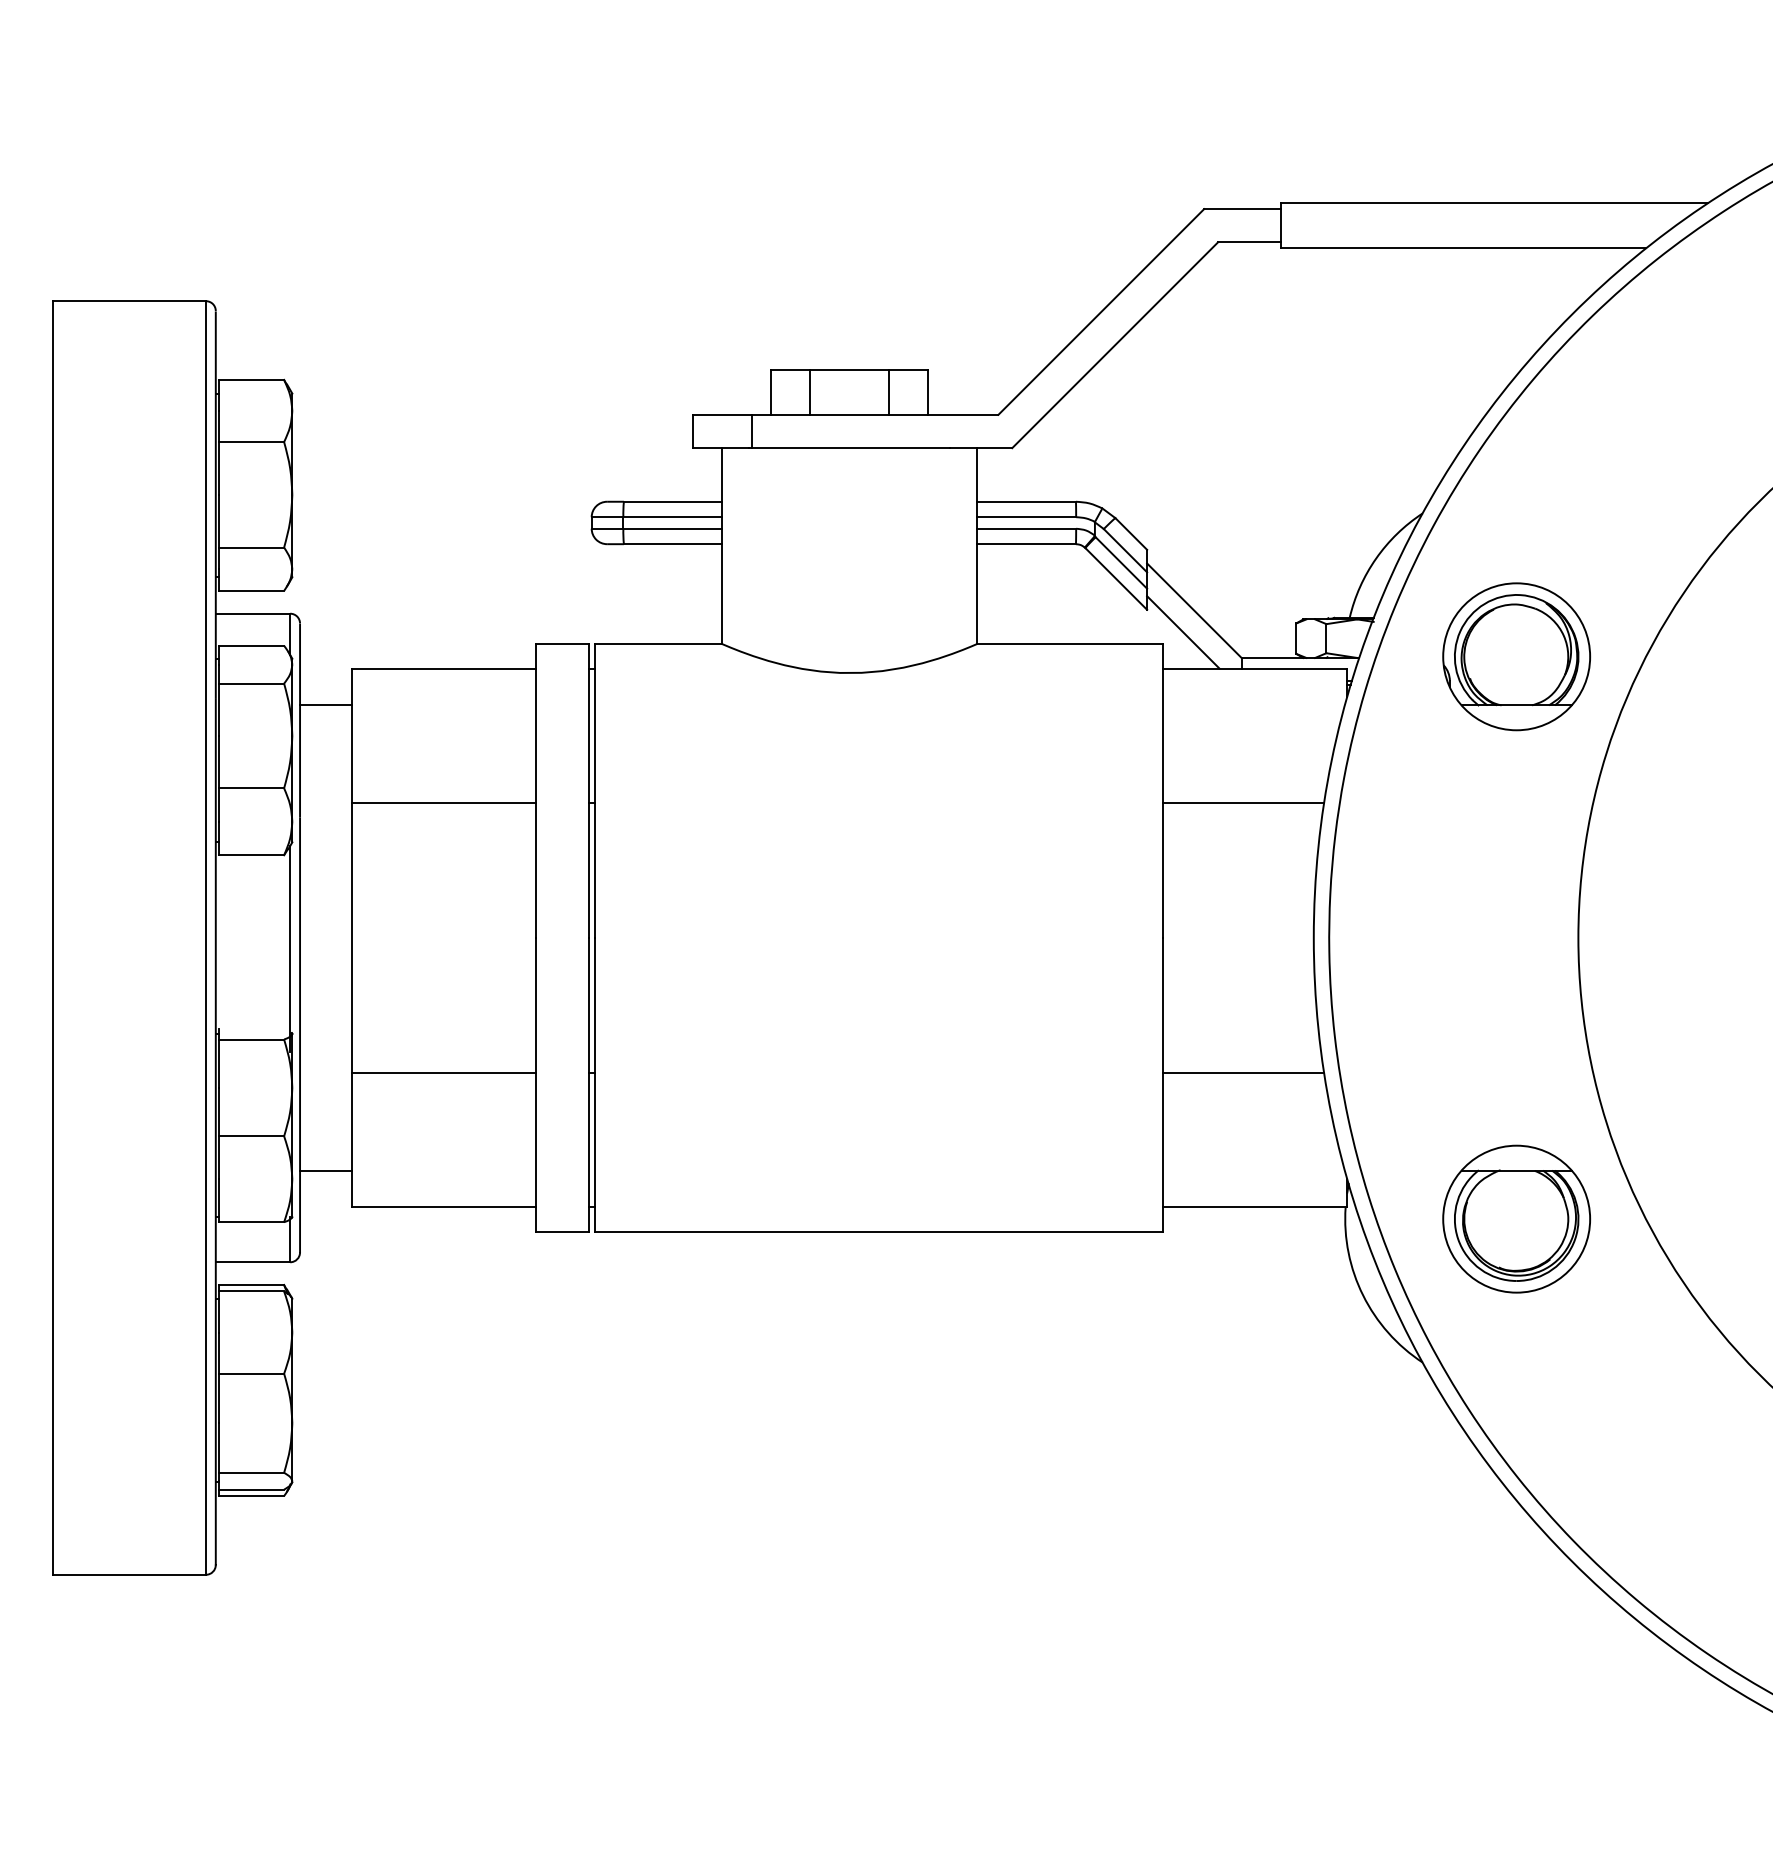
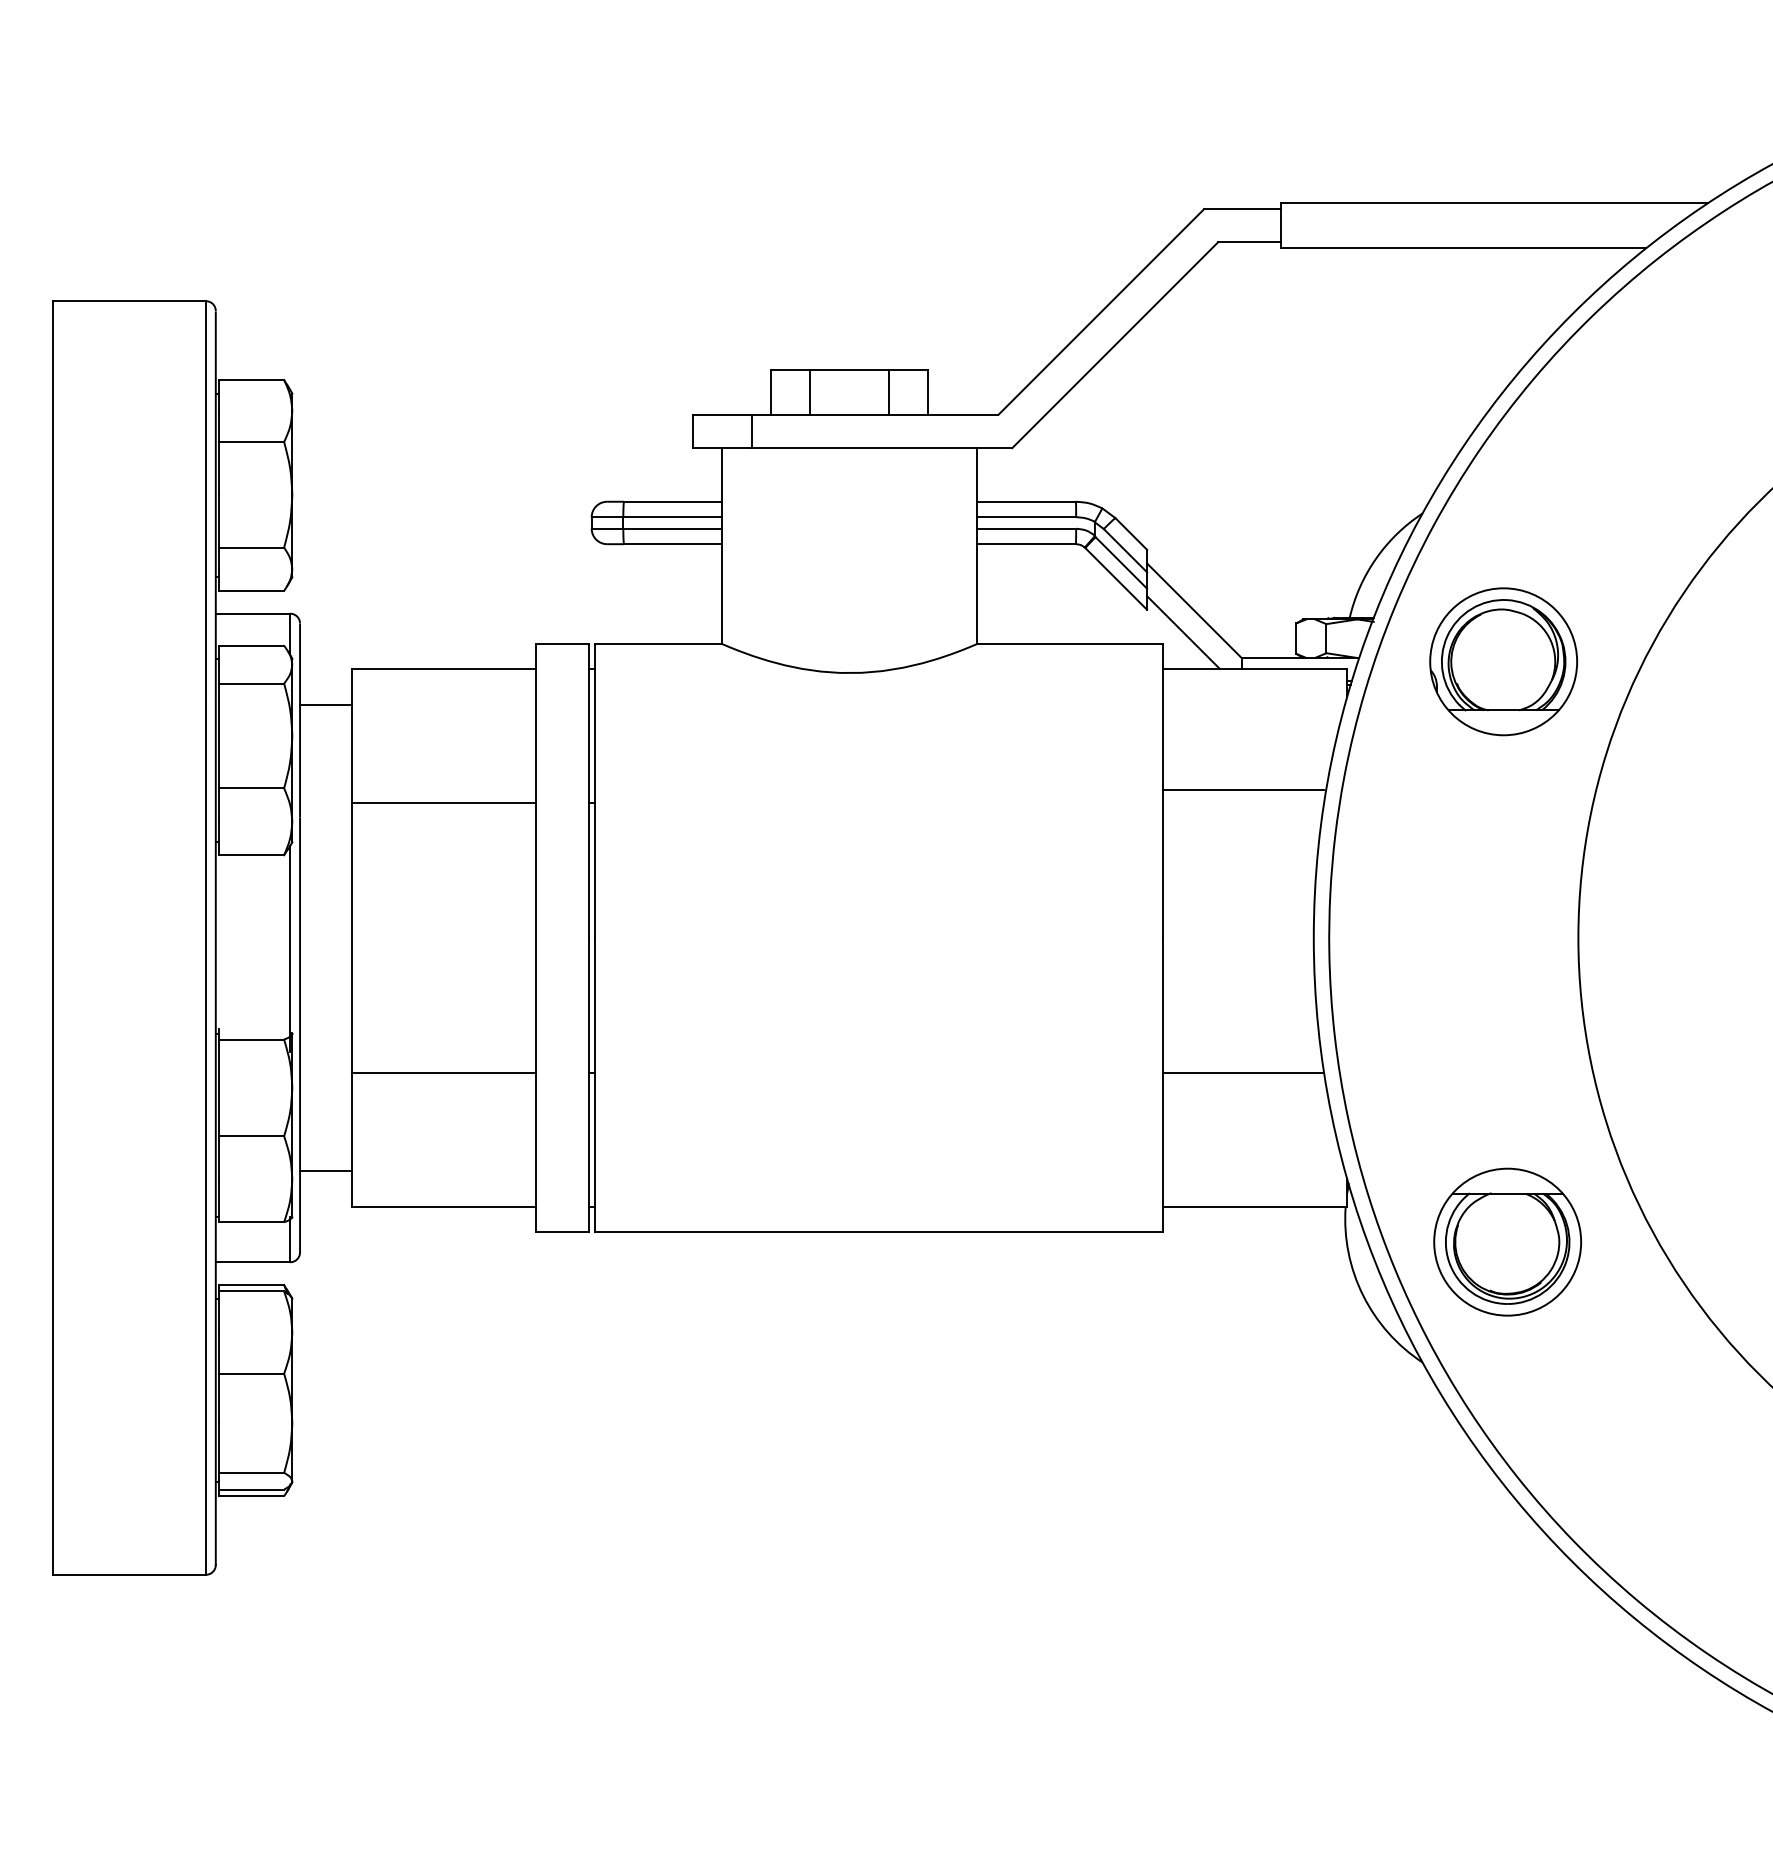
part at (1516, 656) position: (1516, 656) -> (1503, 661)
line at (1243, 803) position: (1243, 803) -> (1243, 790)
part at (1516, 1218) position: (1516, 1218) -> (1507, 1241)
